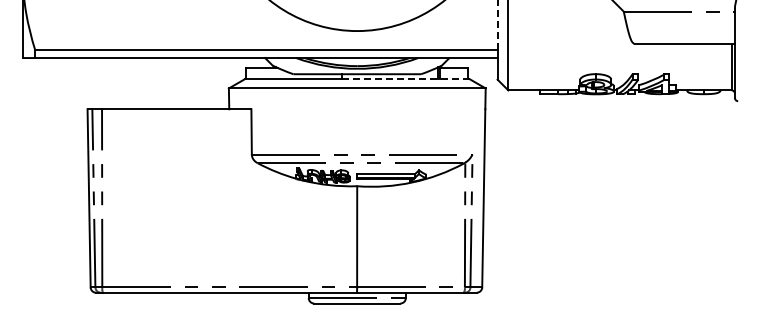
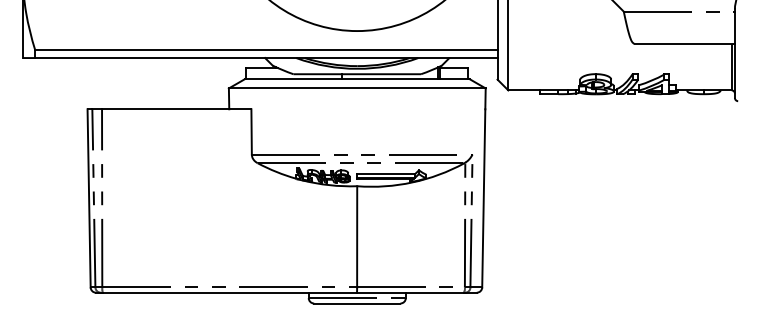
line at (497, 25): dashed -> solid
line at (405, 79): dashed -> solid
